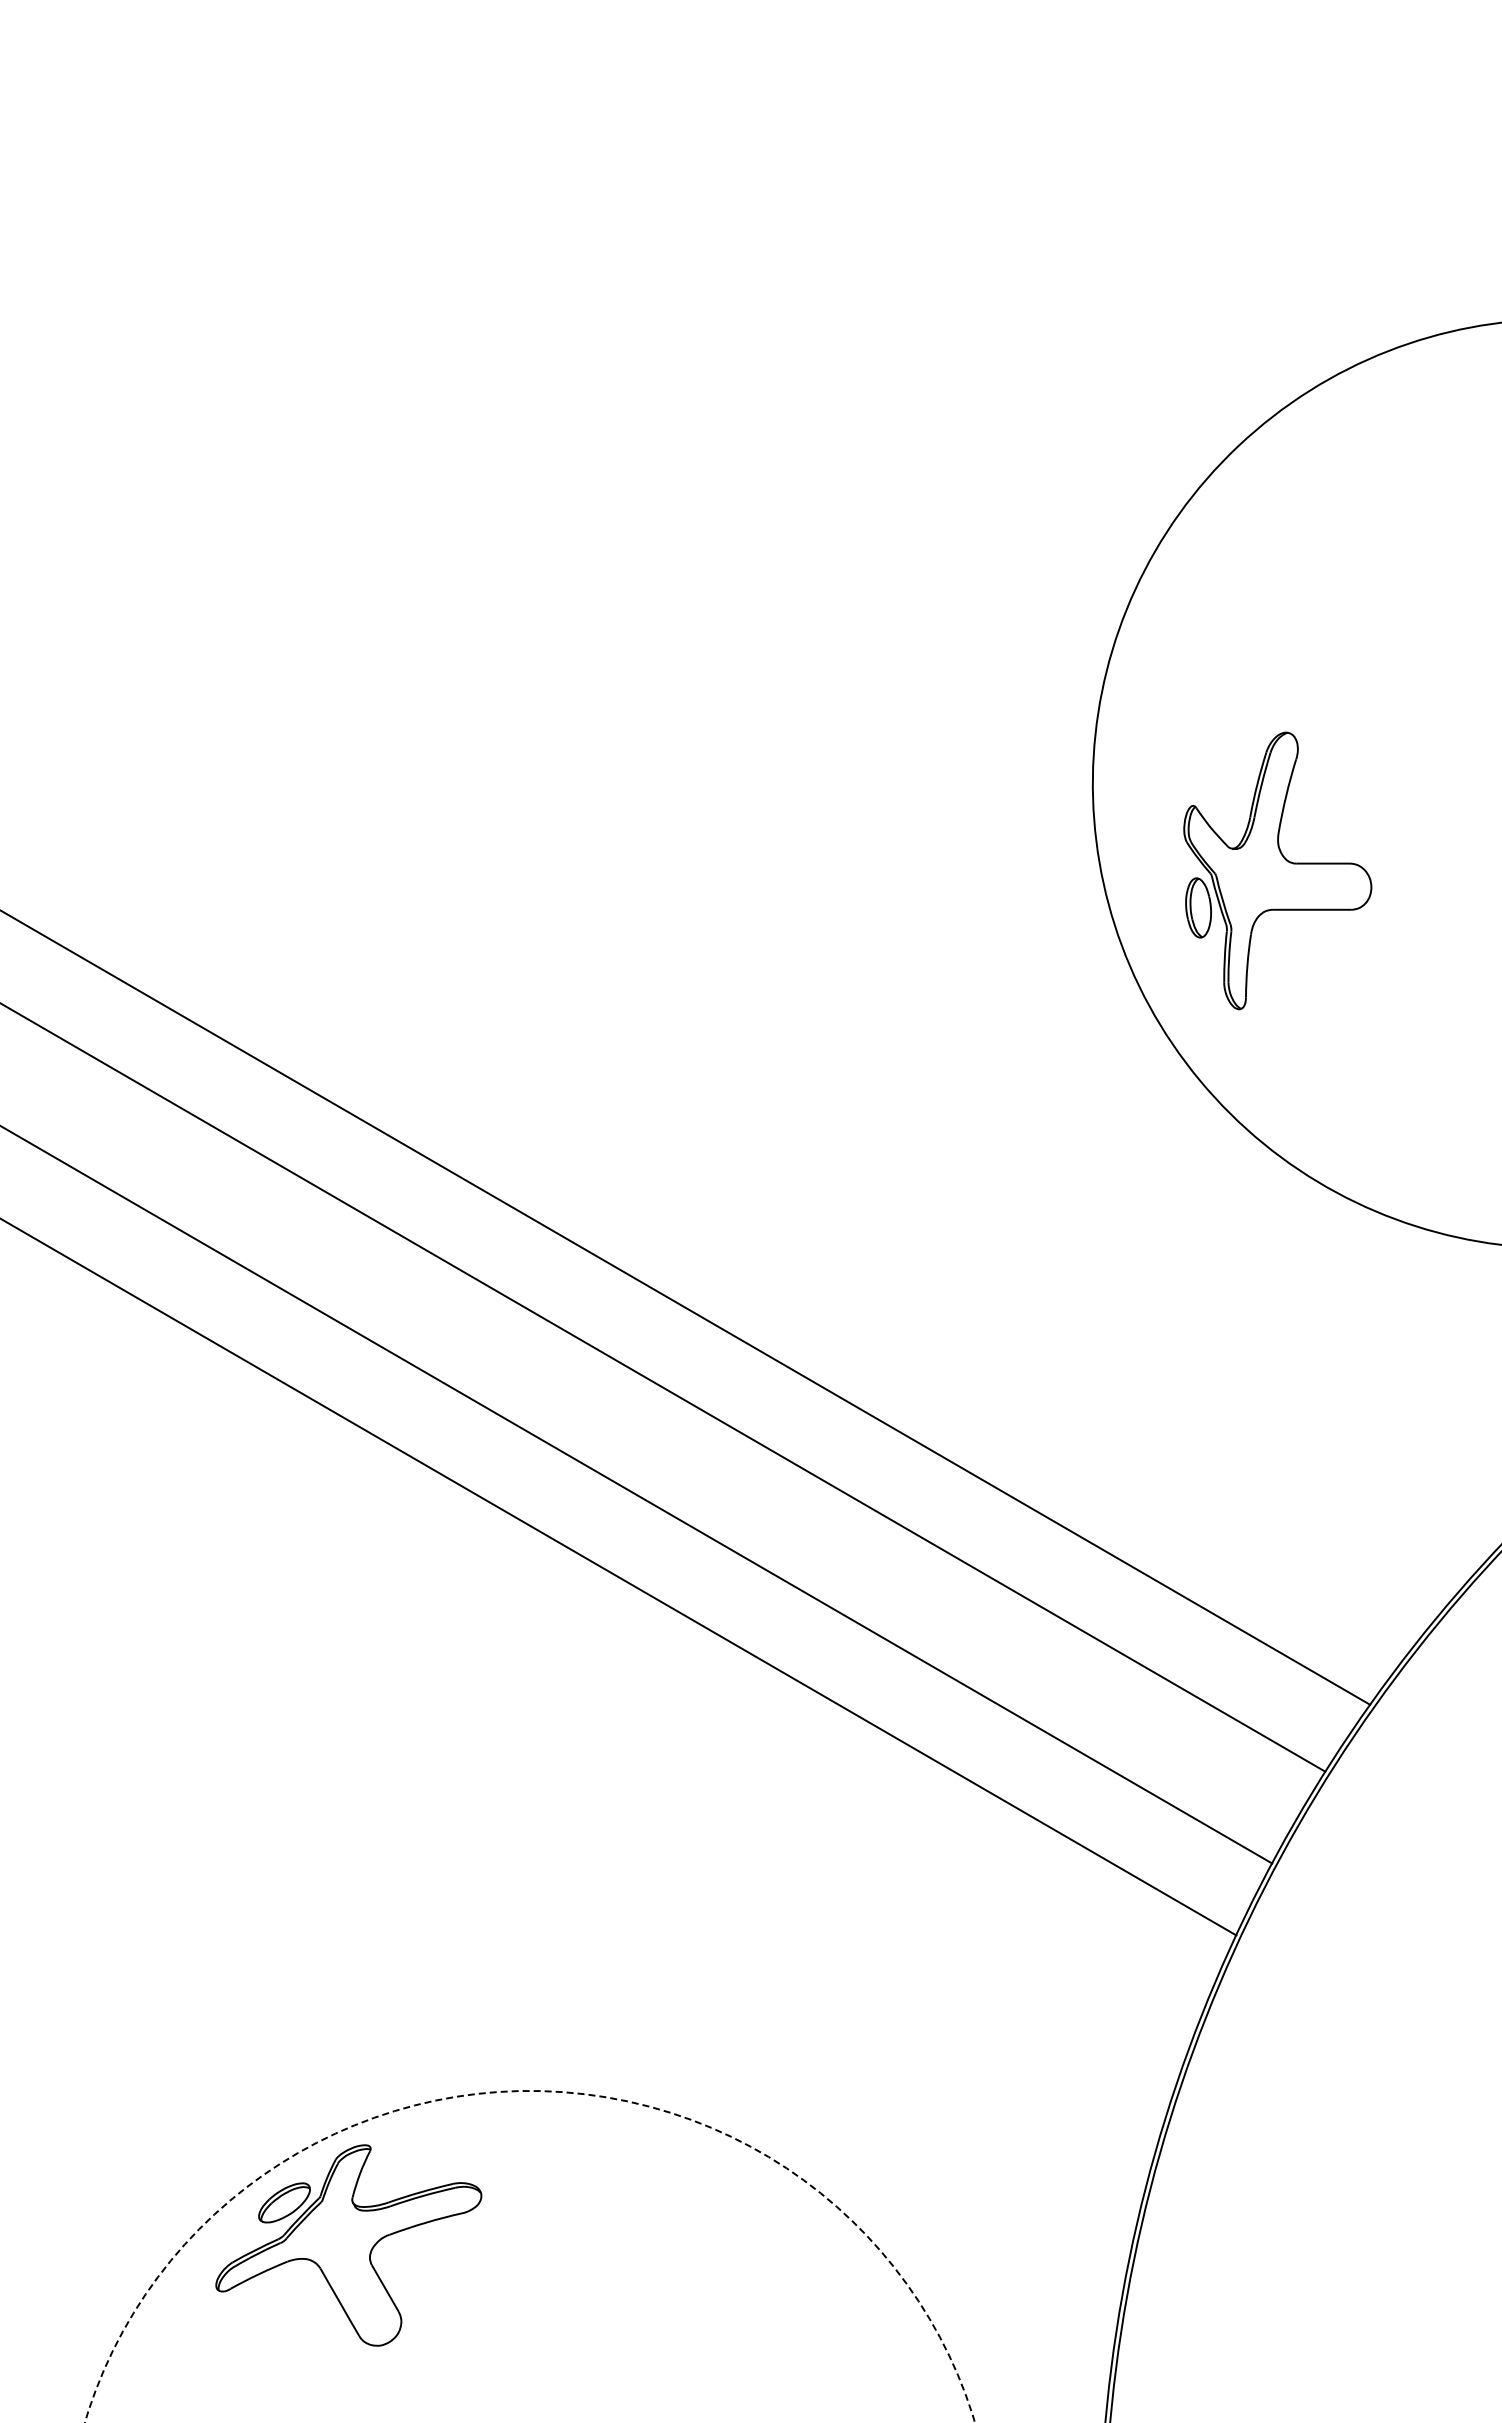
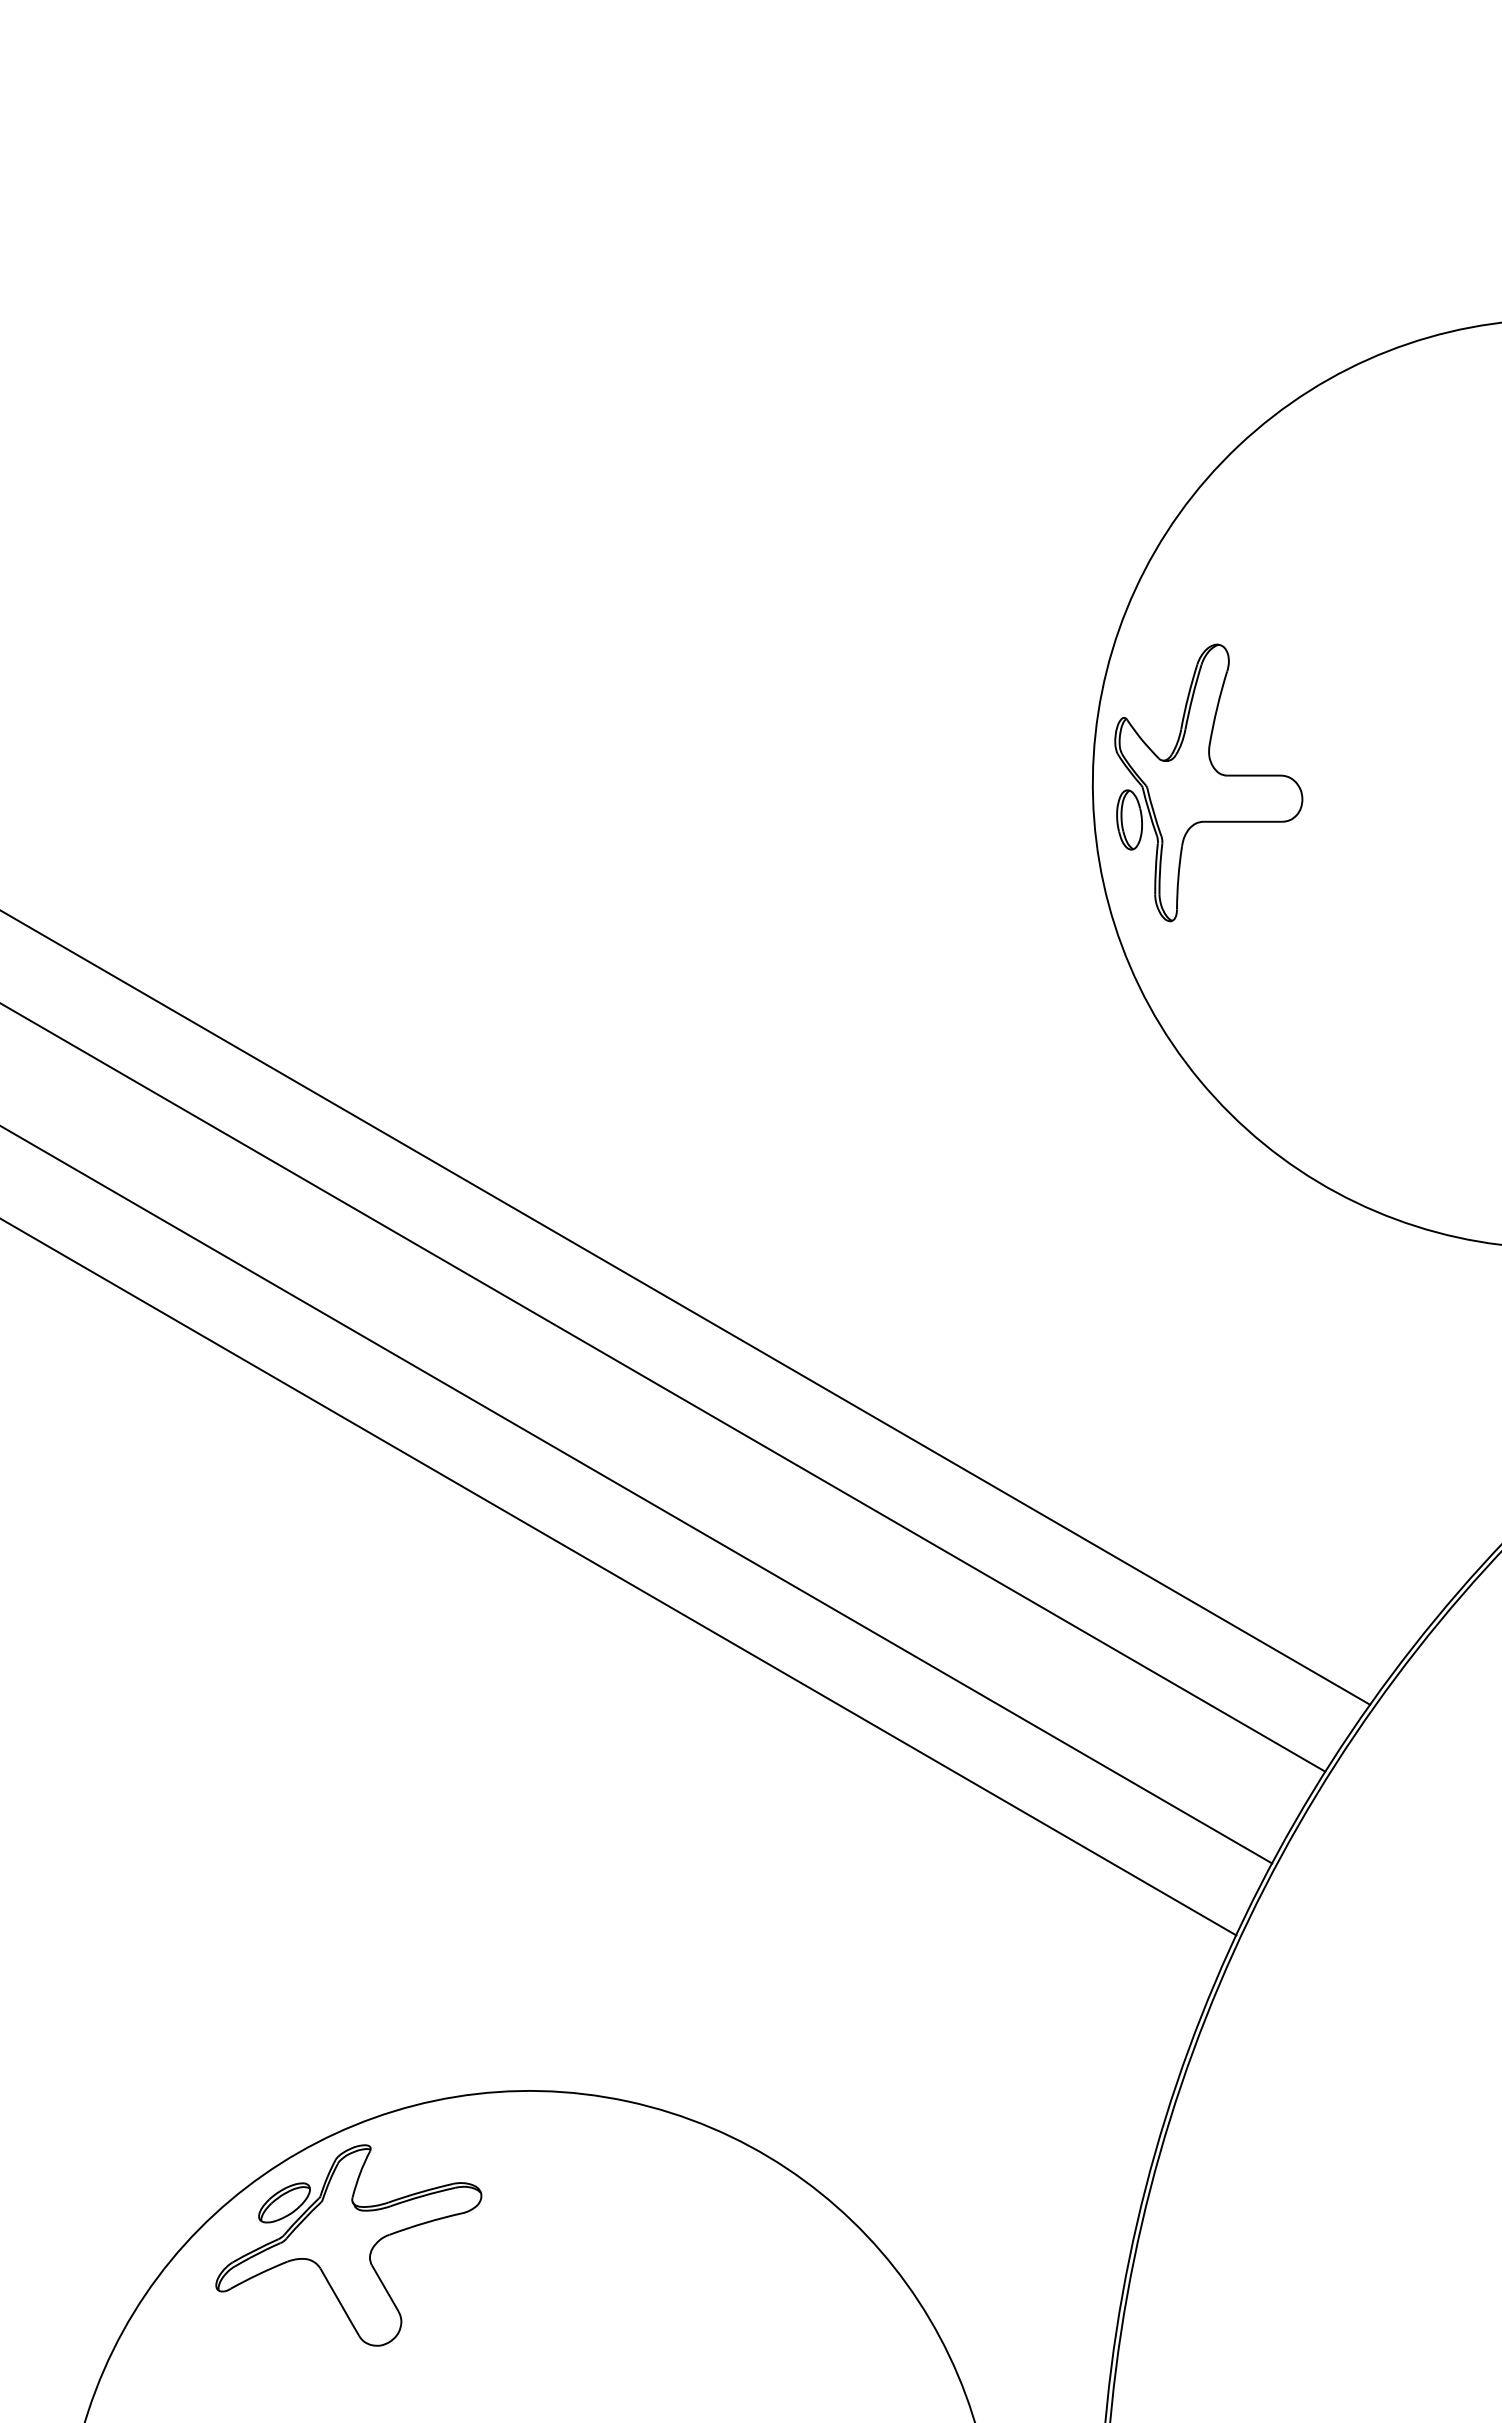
part at (1277, 870) position: (1277, 870) -> (1208, 782)
arc at (529, 2091): dashed -> solid
